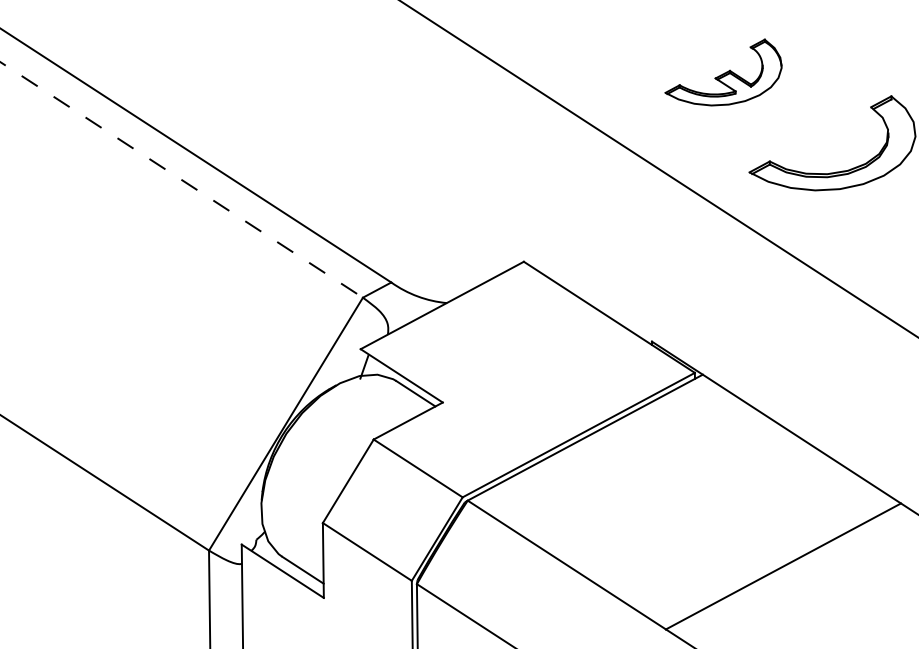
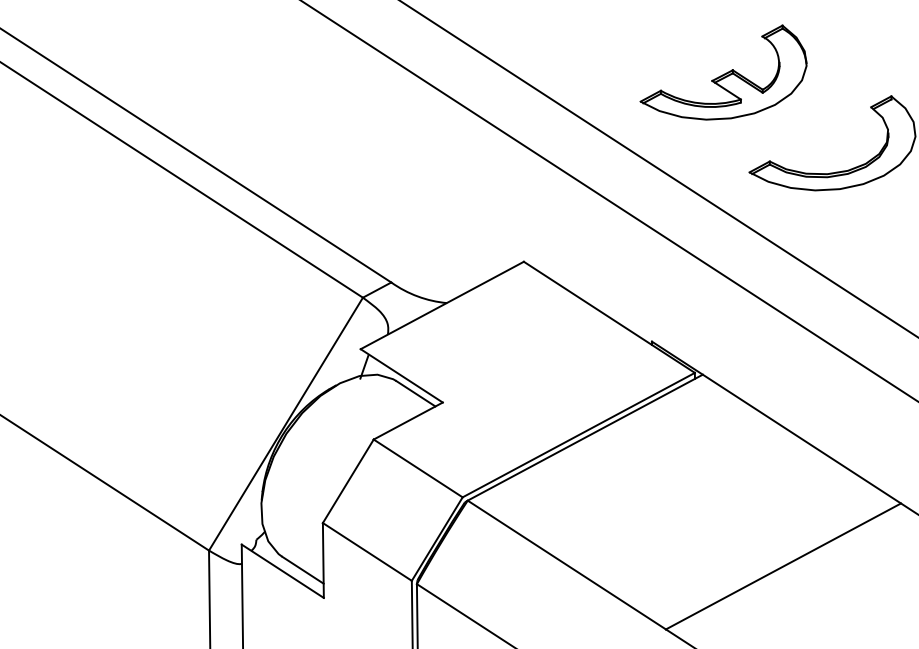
part at (723, 72) size: 119x69 px -> 169x97 px
line at (181, 180): dashed -> solid
line at (609, 201): none -> present
